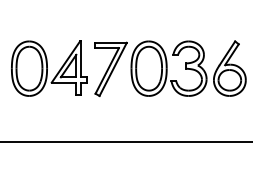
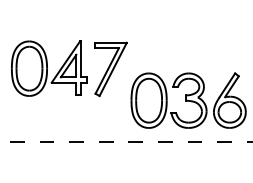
part at (188, 68) position: (188, 68) -> (188, 100)
line at (127, 141): solid -> dashed
